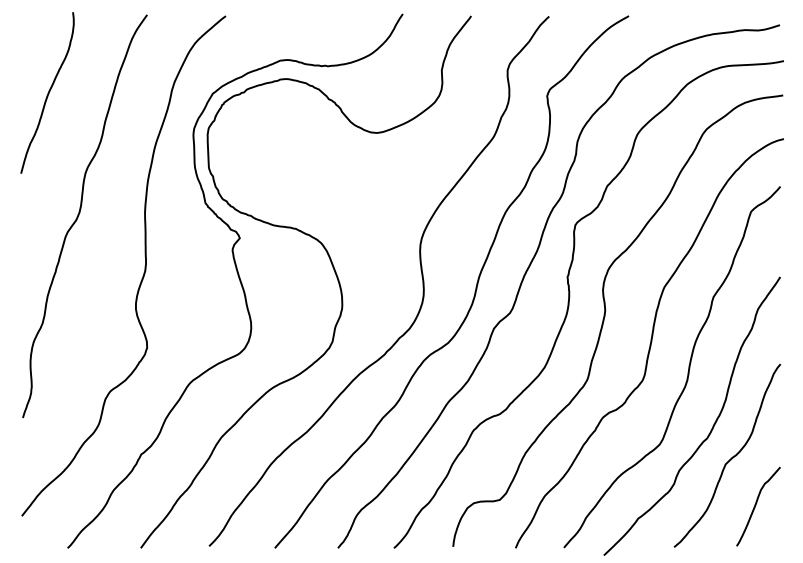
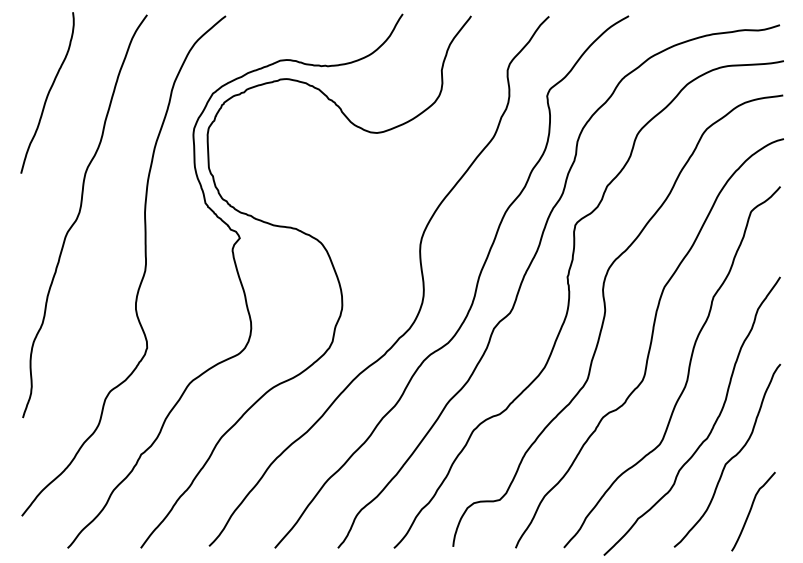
curve at (756, 505) position: (756, 505) -> (751, 510)
